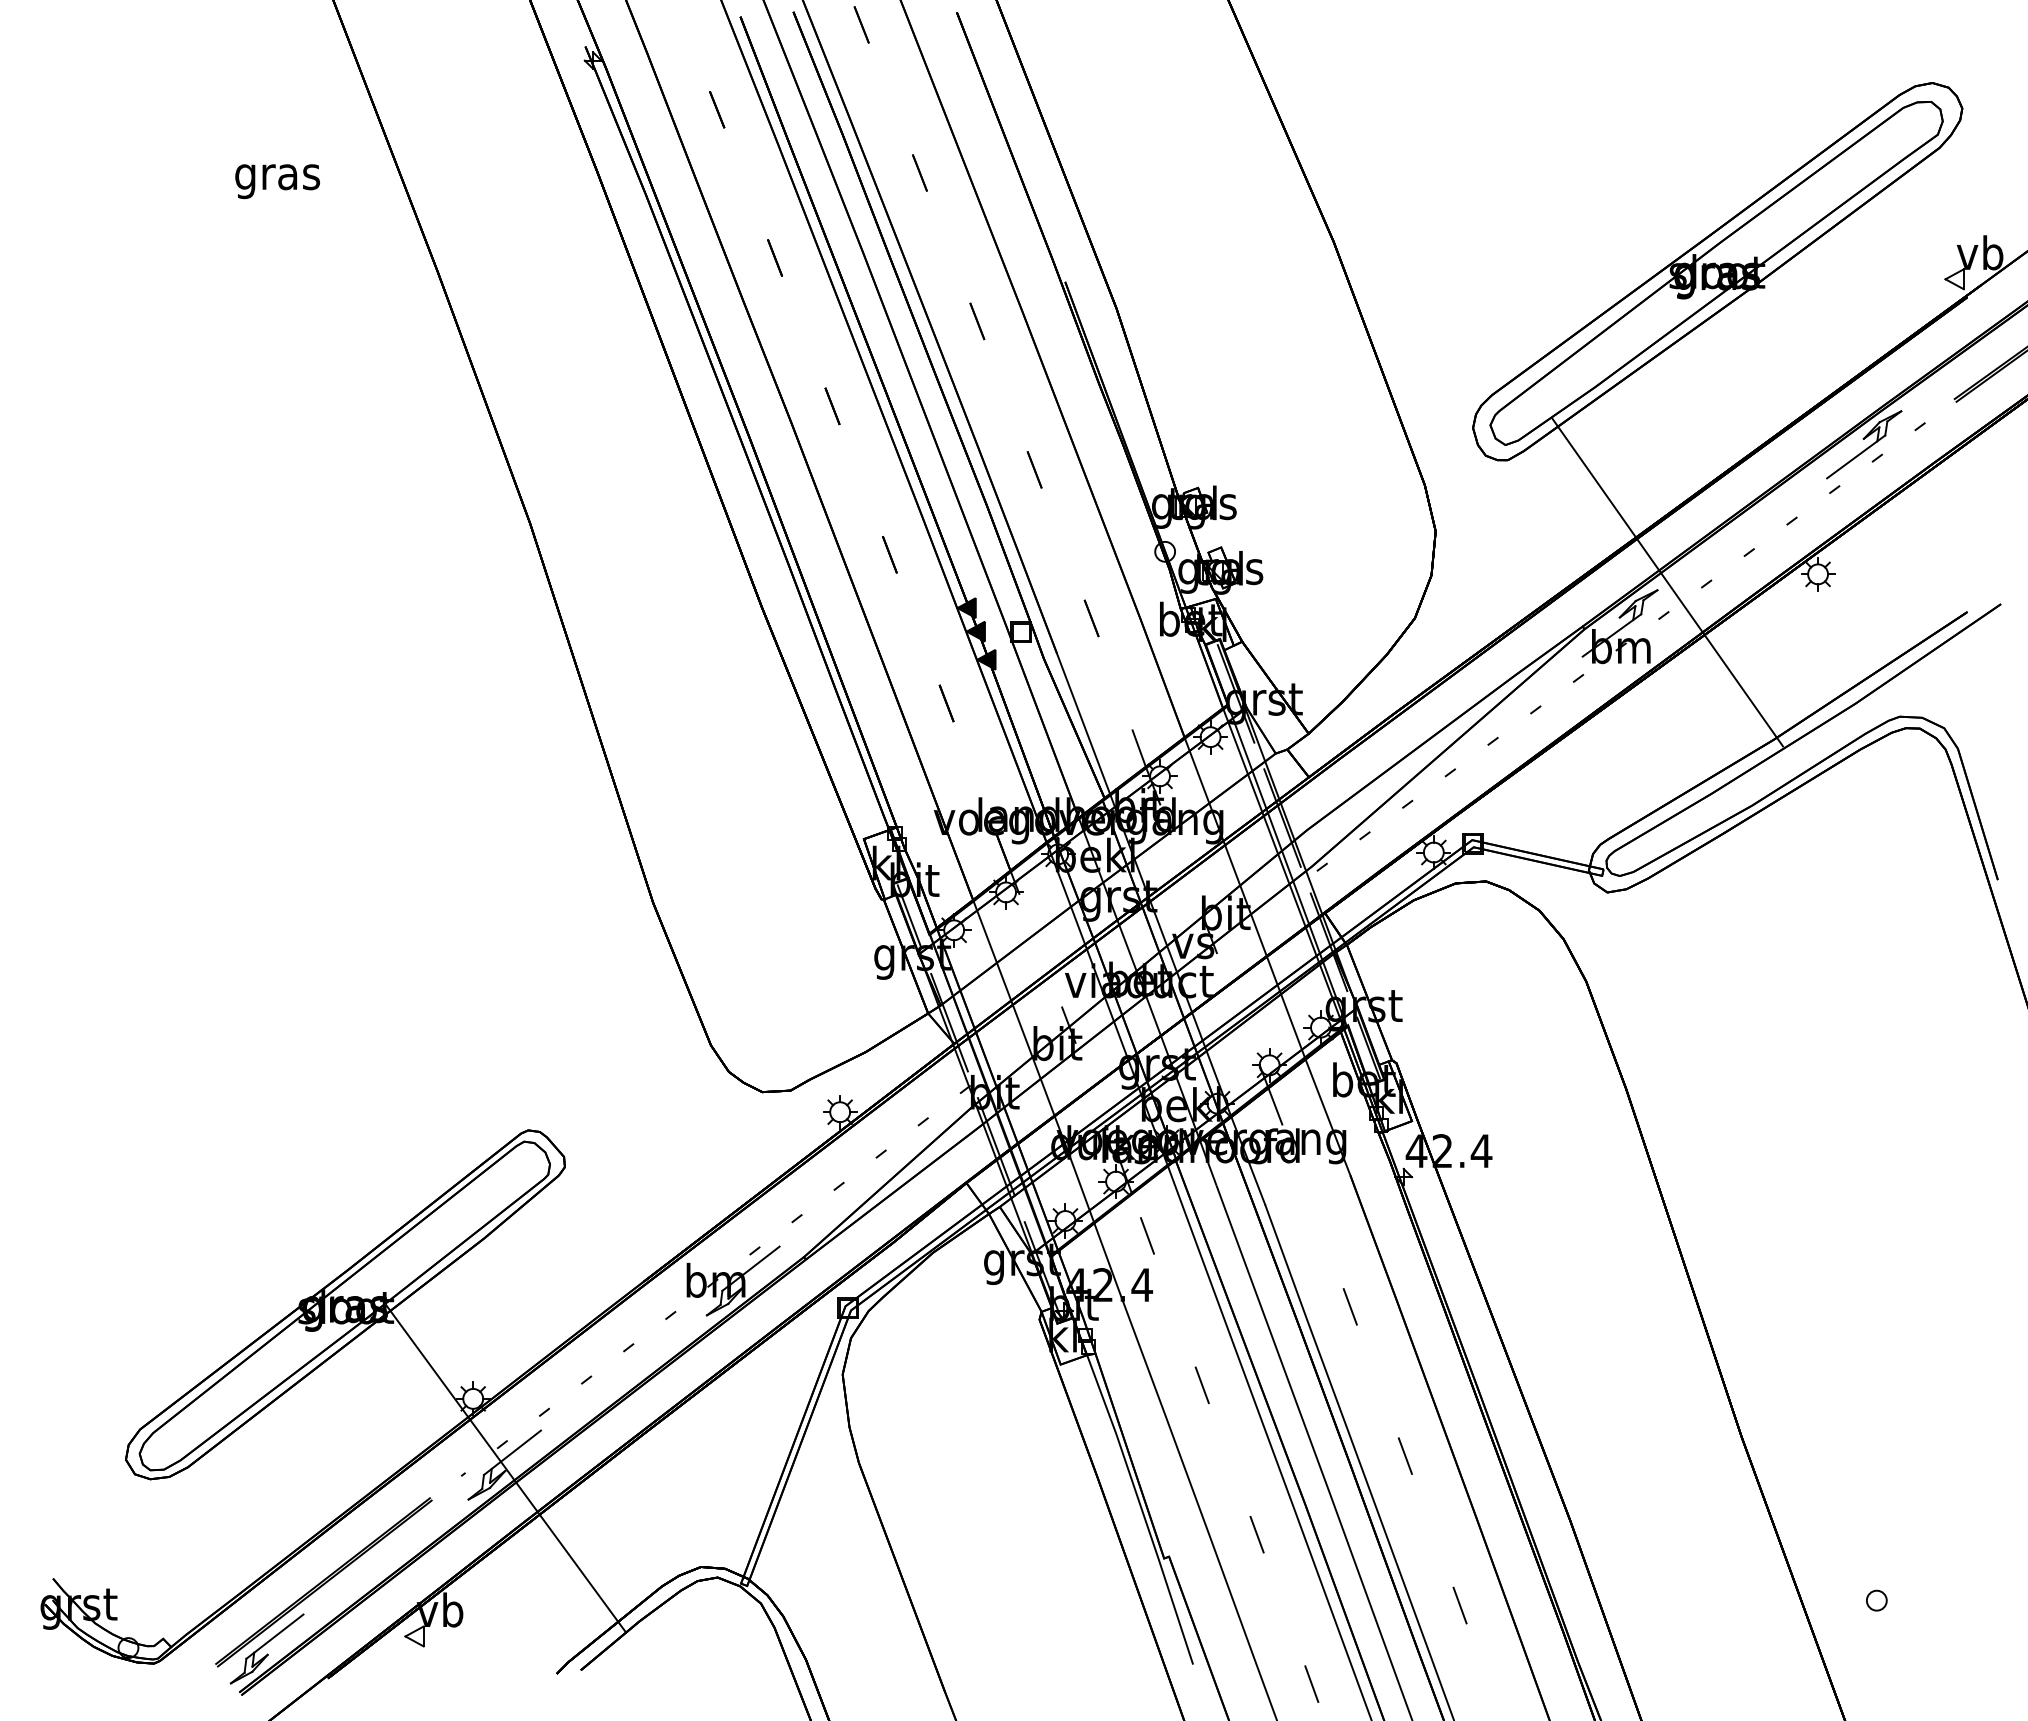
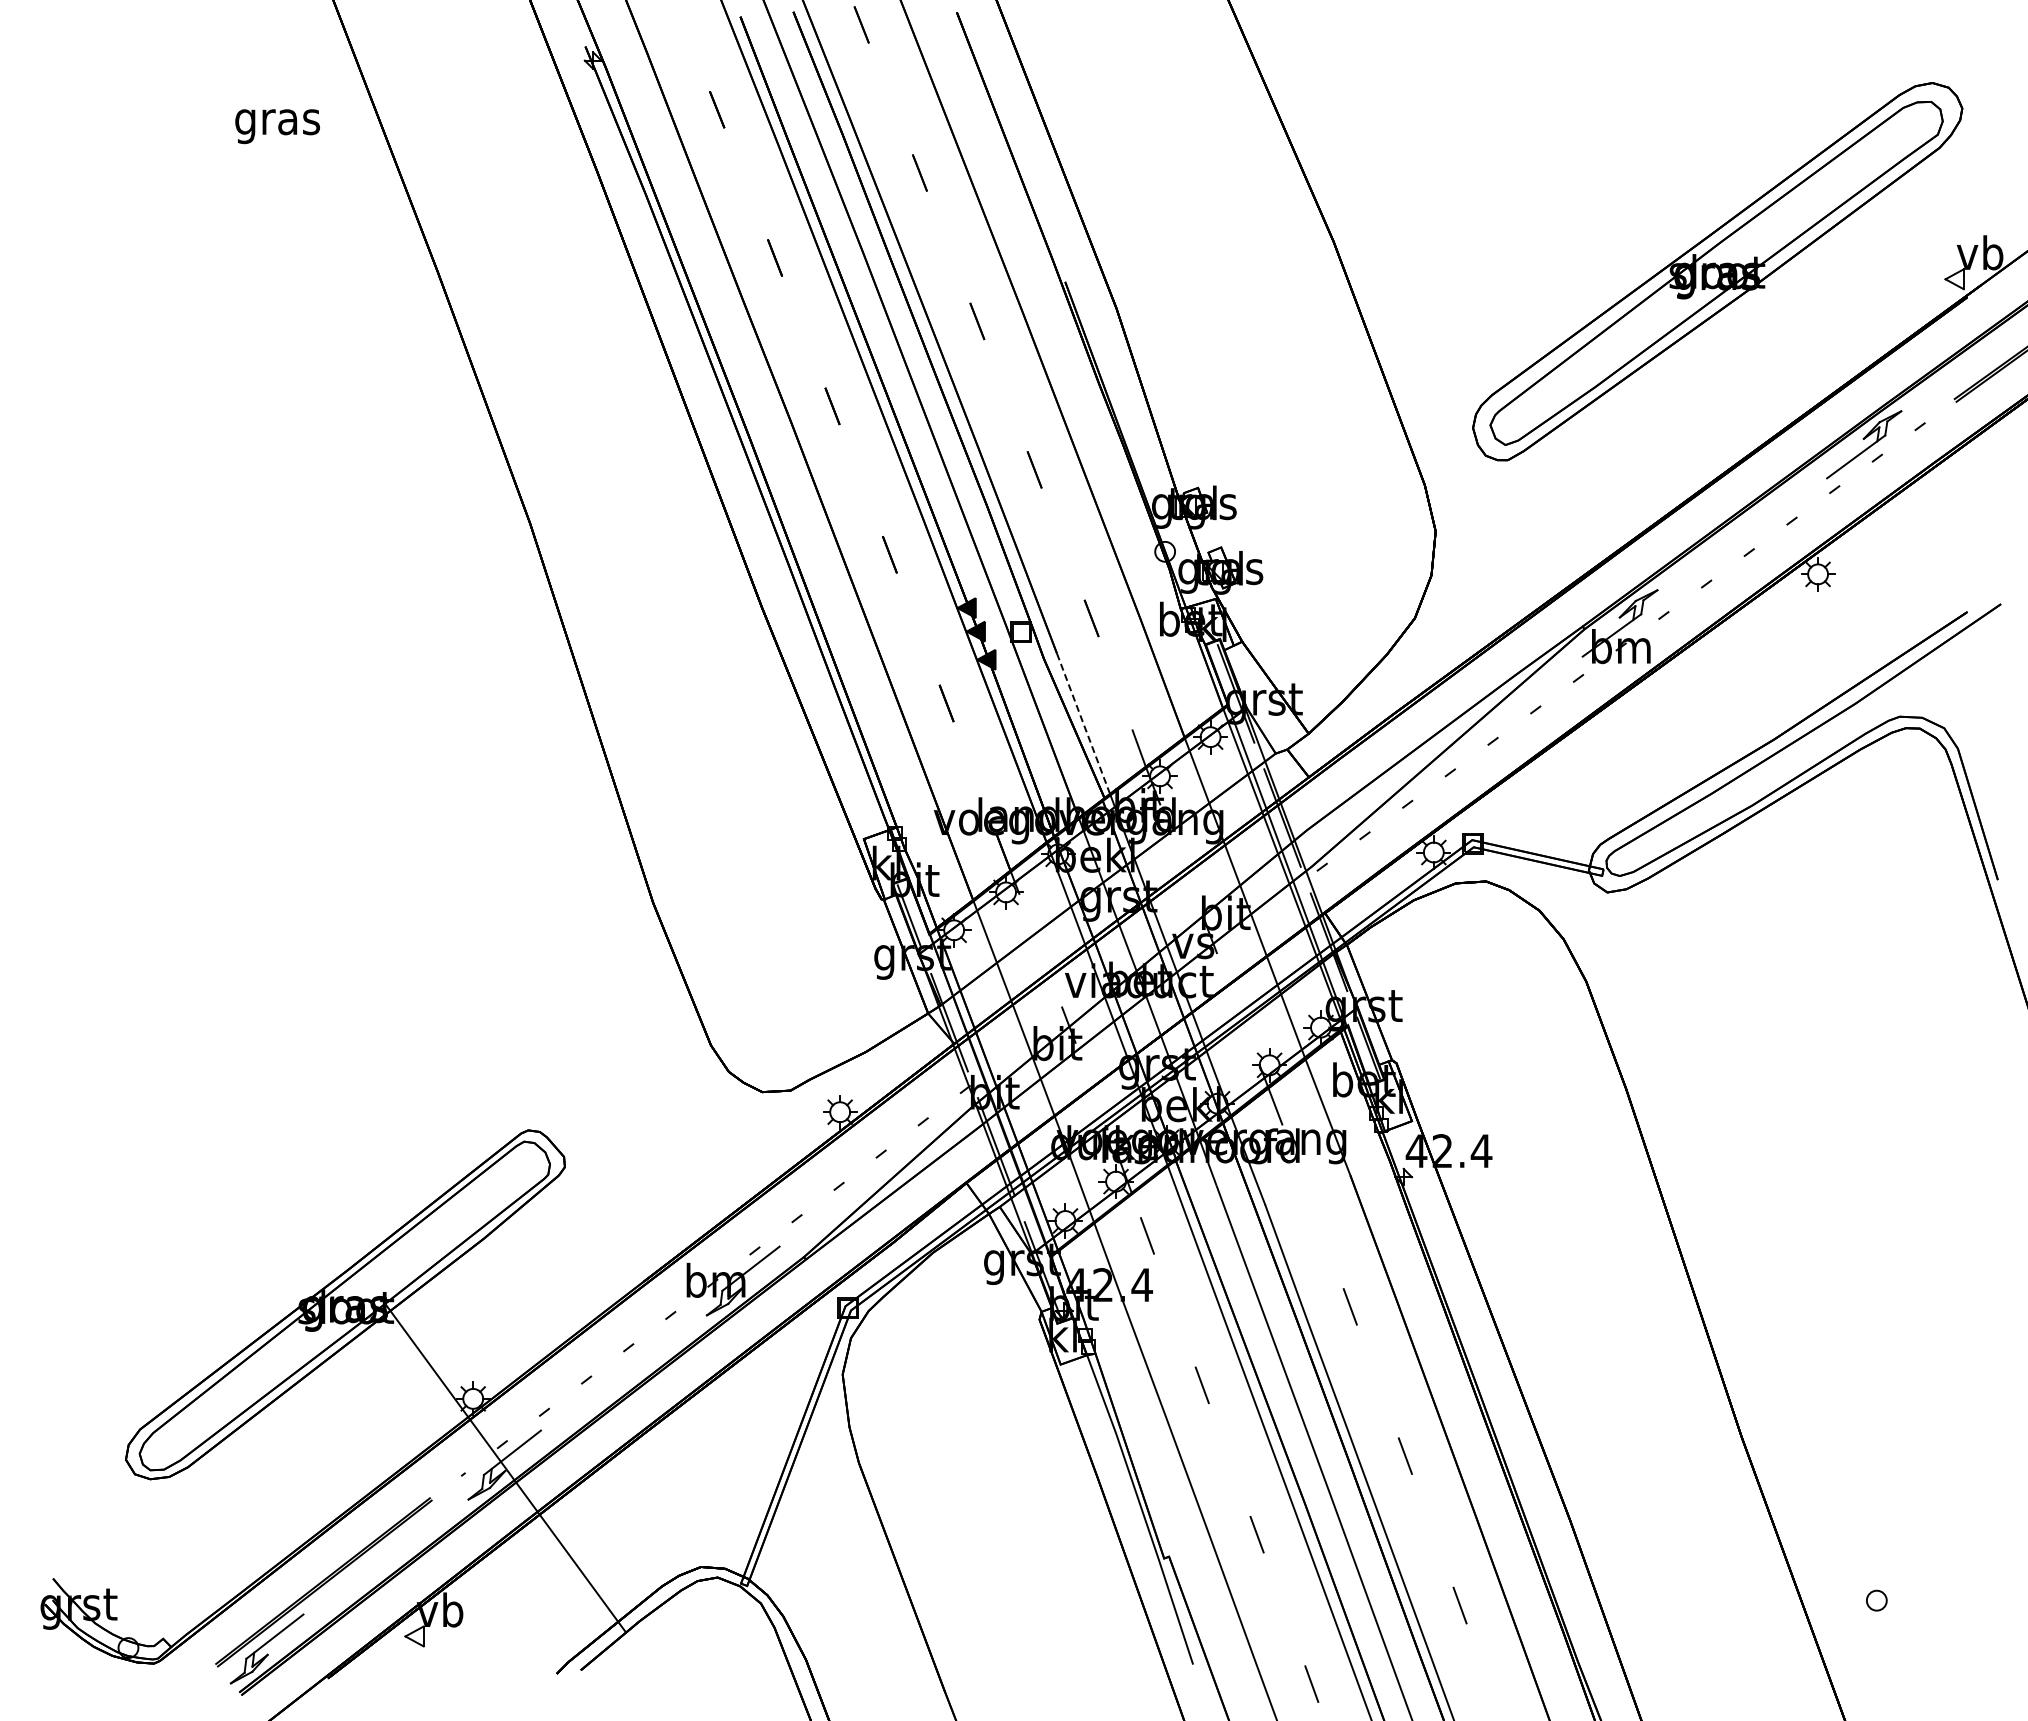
text at (277, 181) position: (277, 181) -> (277, 126)
line at (1667, 582): present -> none
line at (1083, 724): solid -> dashed
